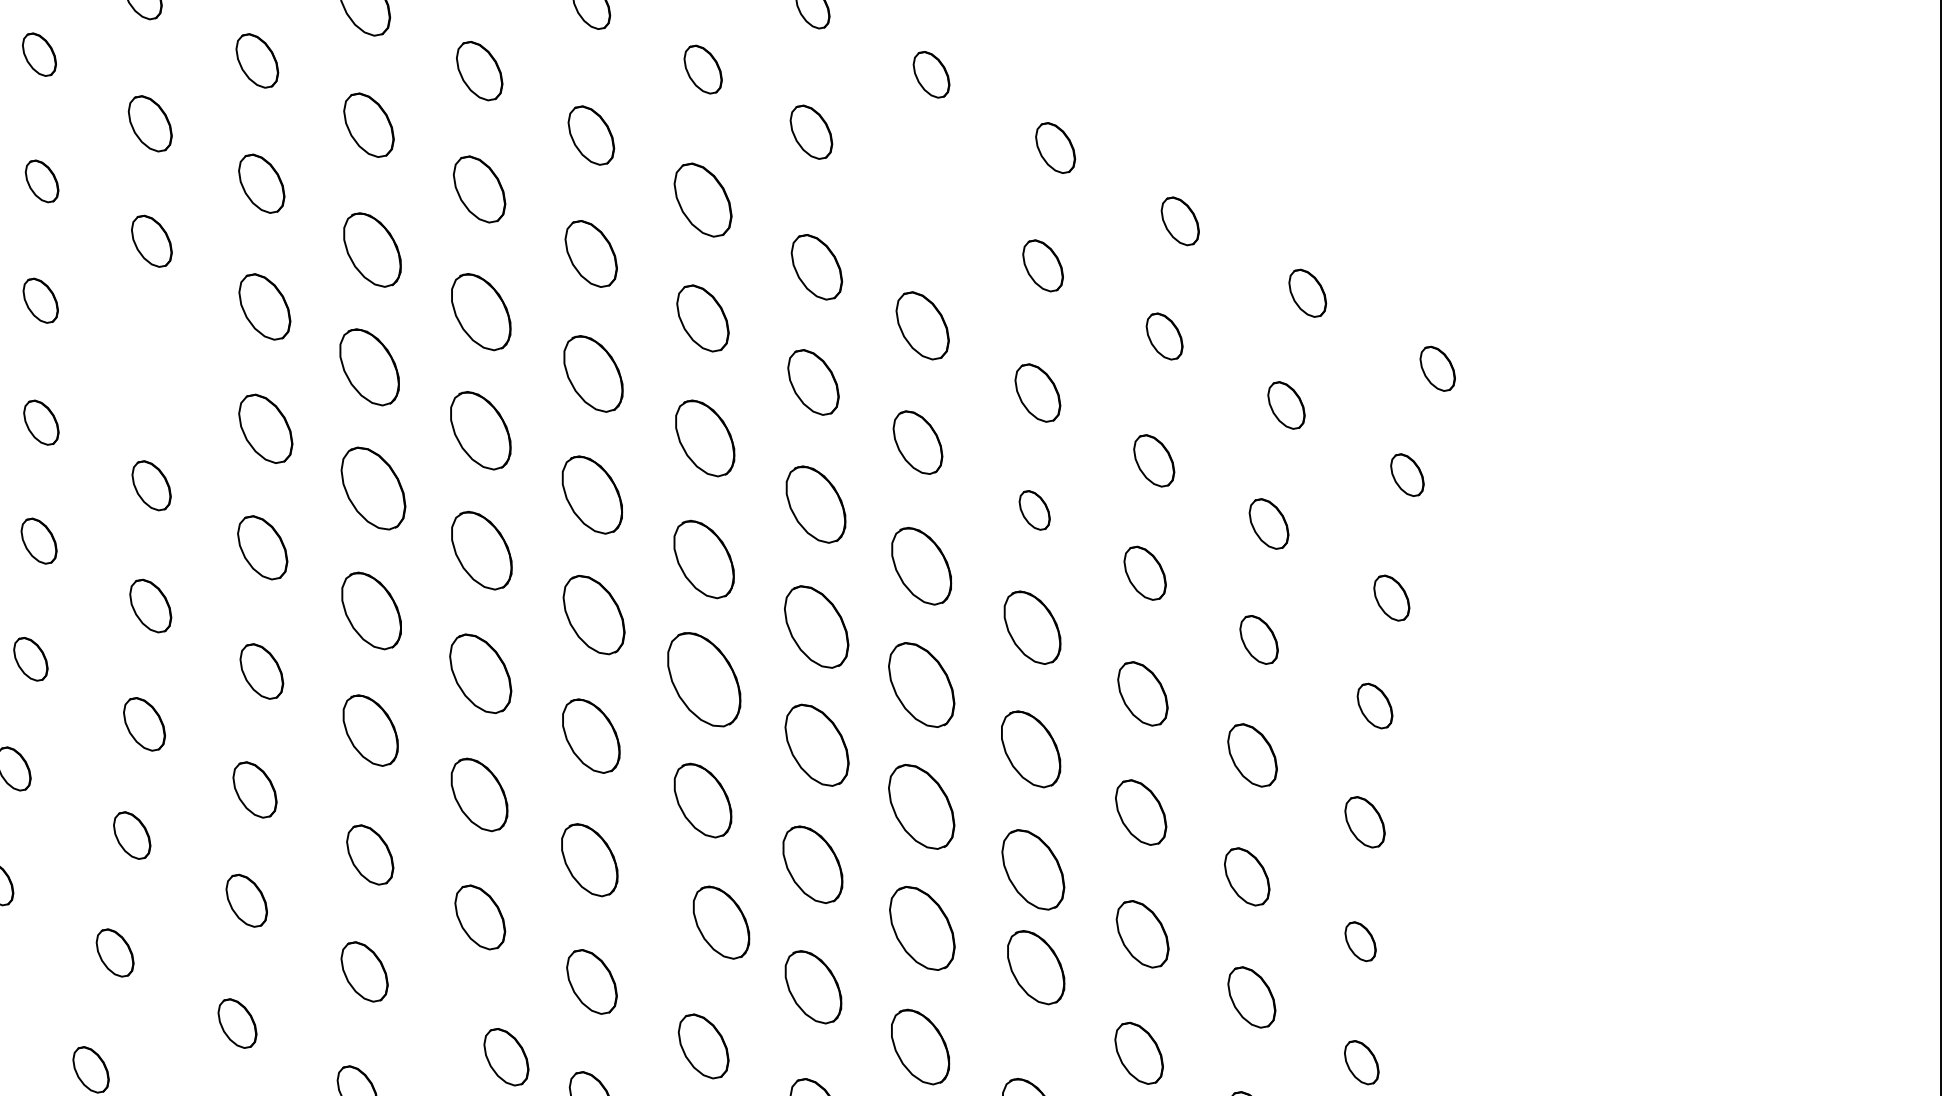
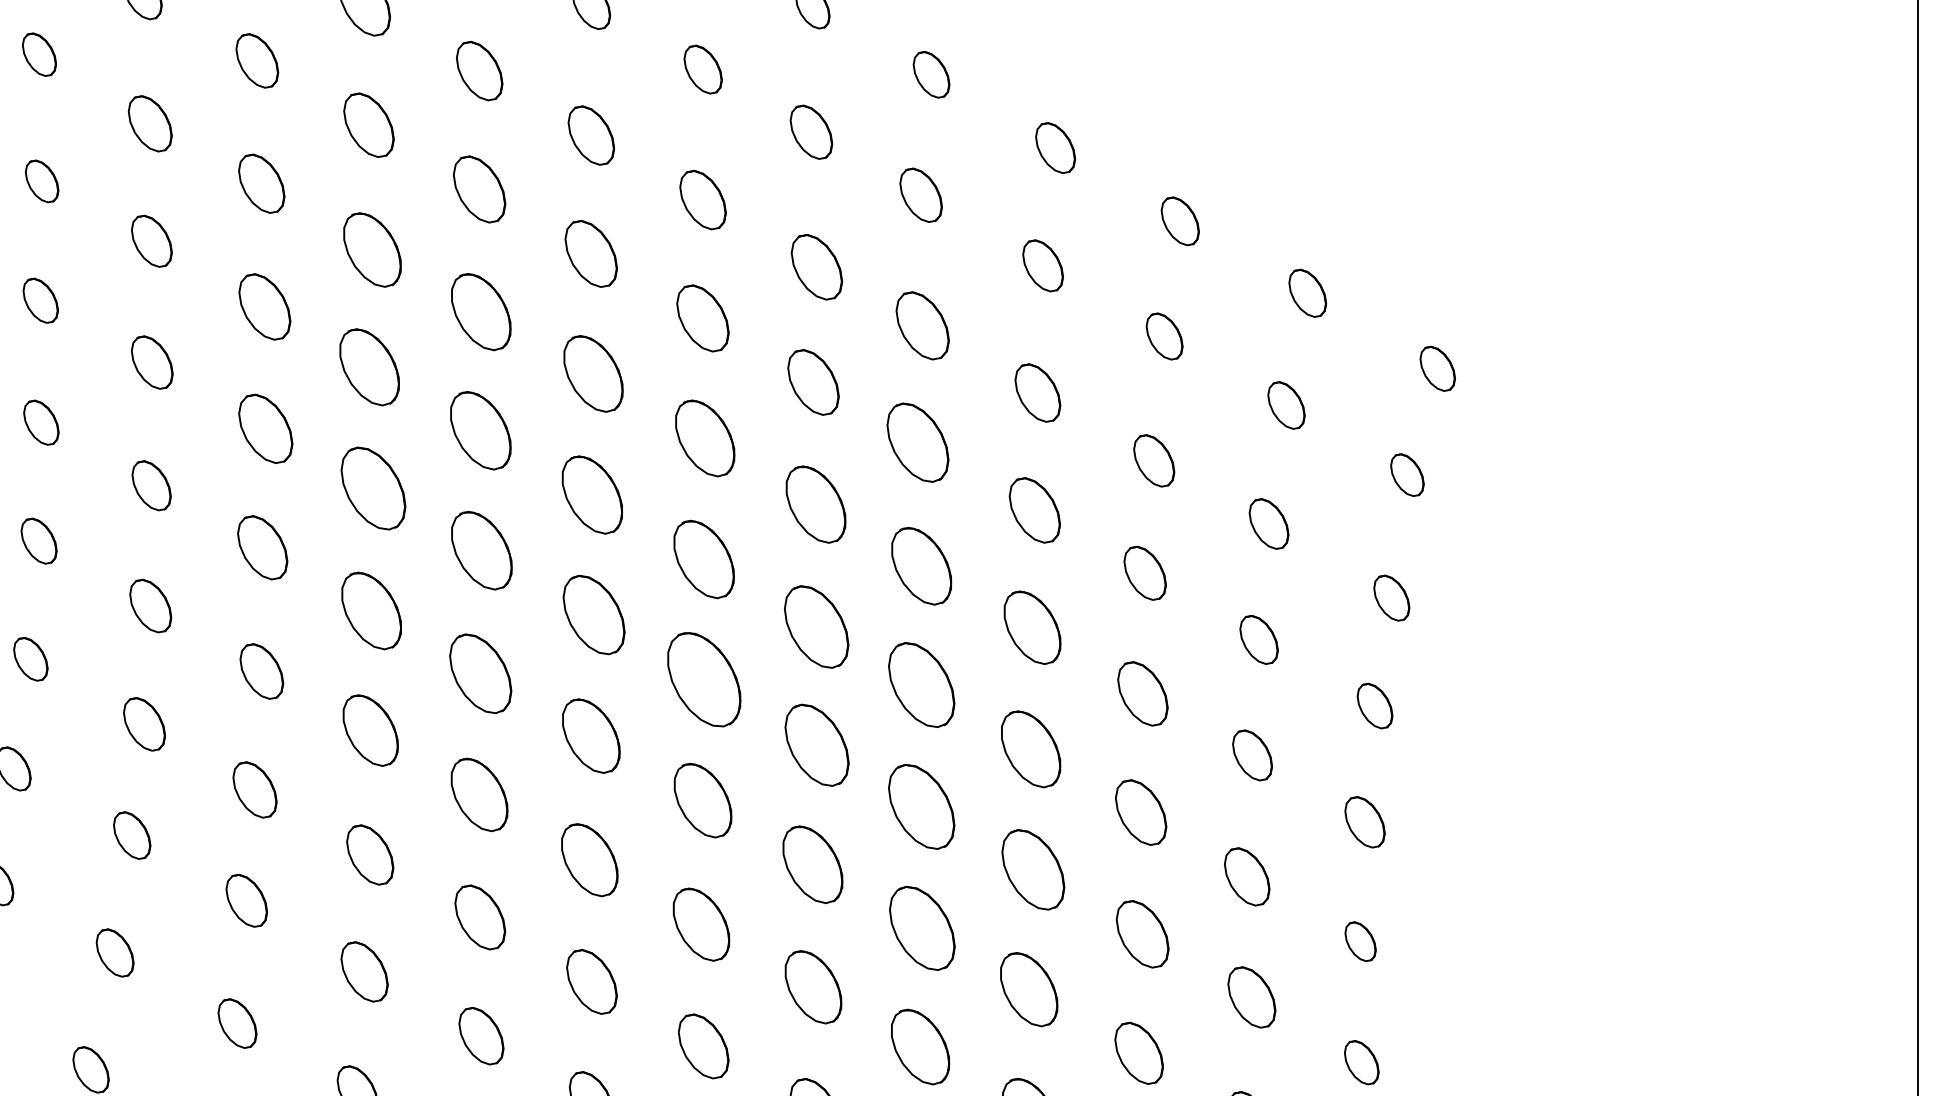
part at (920, 194): none -> present
part at (702, 199) size: 60x76 px -> 48x62 px
part at (152, 362): none -> present
part at (917, 442) size: 52x65 px -> 64x81 px
part at (1034, 510) size: 33x41 px -> 53x67 px
line at (1941, 547) position: (1941, 547) -> (1918, 547)
part at (1252, 755) size: 51x65 px -> 41x53 px
part at (721, 922) position: (721, 922) -> (701, 924)
part at (1036, 967) position: (1036, 967) -> (1029, 989)
part at (506, 1057) position: (506, 1057) -> (481, 1036)
